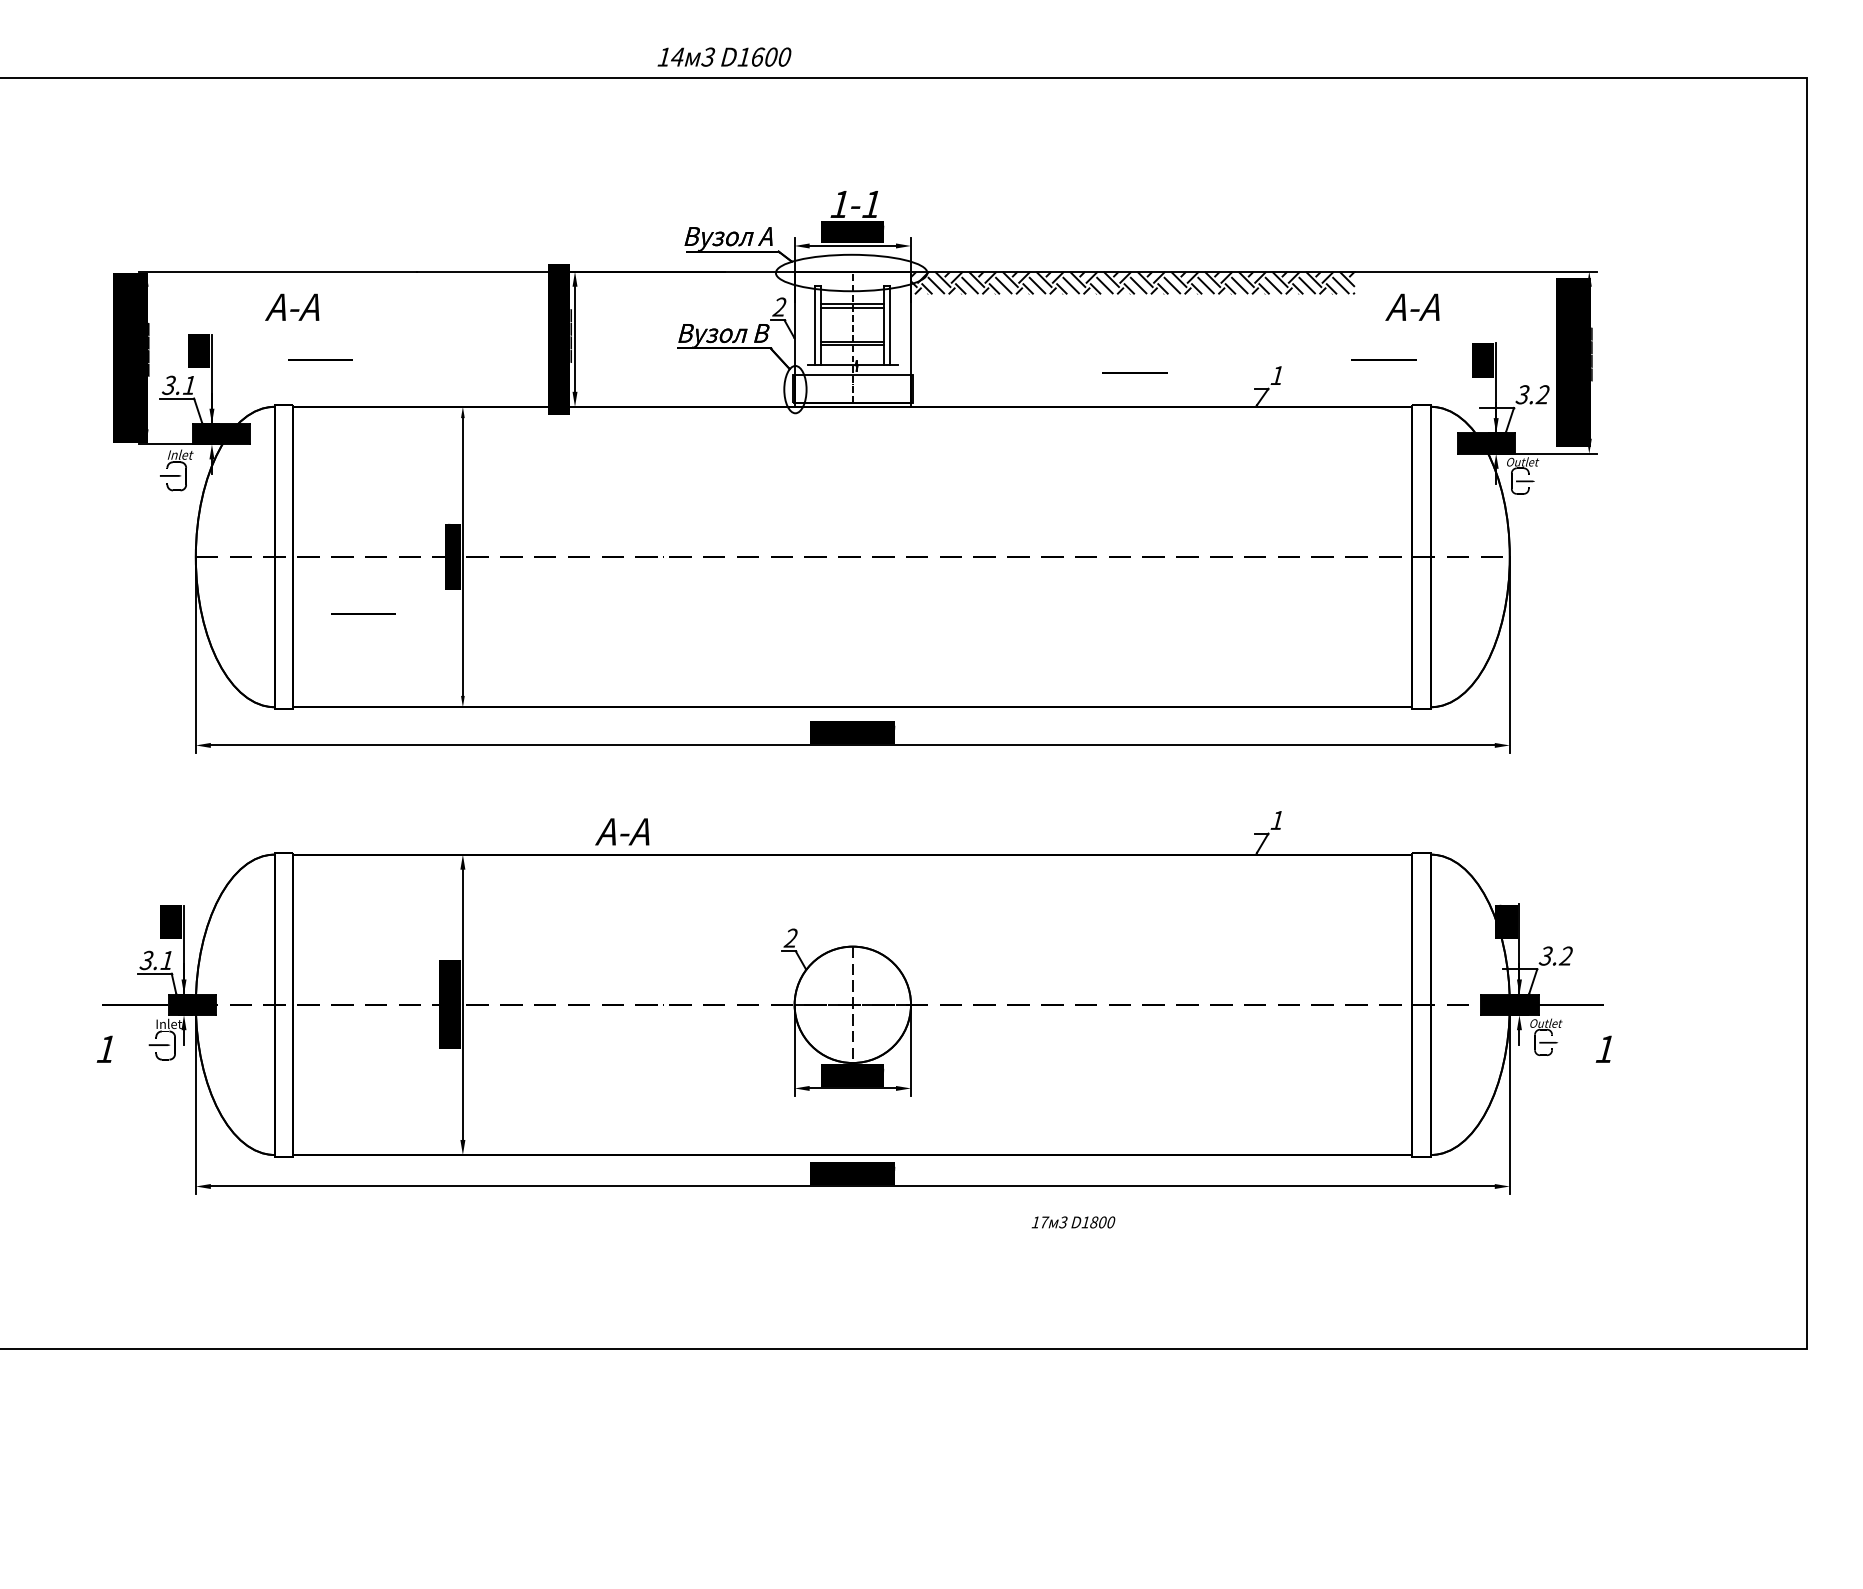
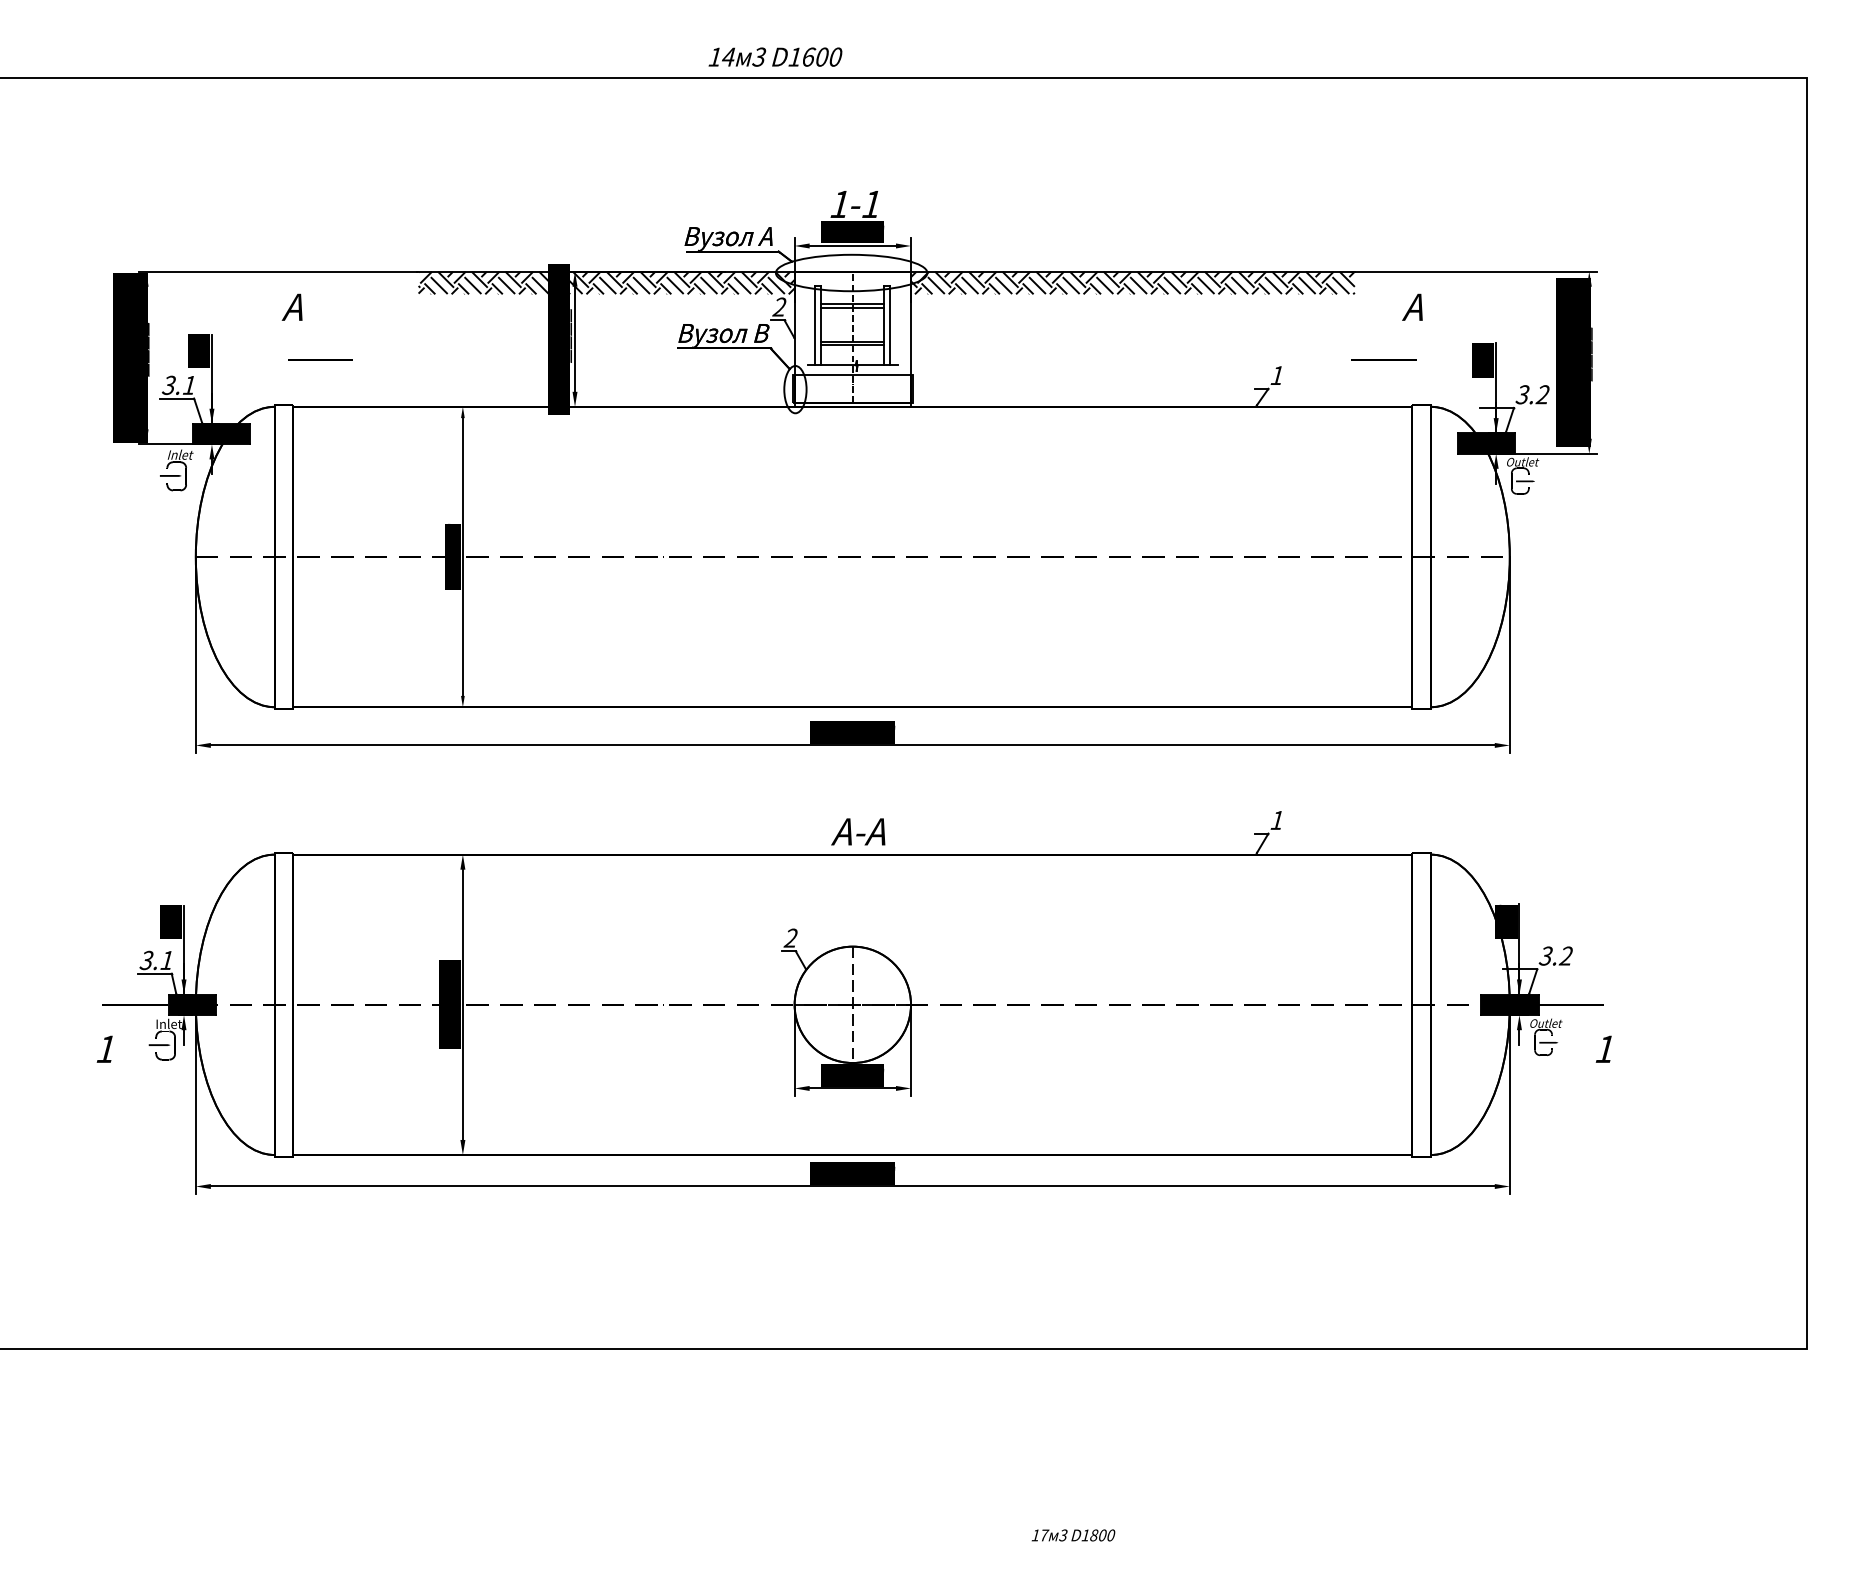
text at (724, 56) position: (724, 56) -> (775, 56)
hatch at (606, 282): none -> present
text at (292, 306): А-А -> А
text at (1412, 306): А-А -> А
line at (1134, 372): present -> none
line at (363, 613): present -> none
text at (622, 831) position: (622, 831) -> (858, 831)
text at (1073, 1222) position: (1073, 1222) -> (1073, 1535)
